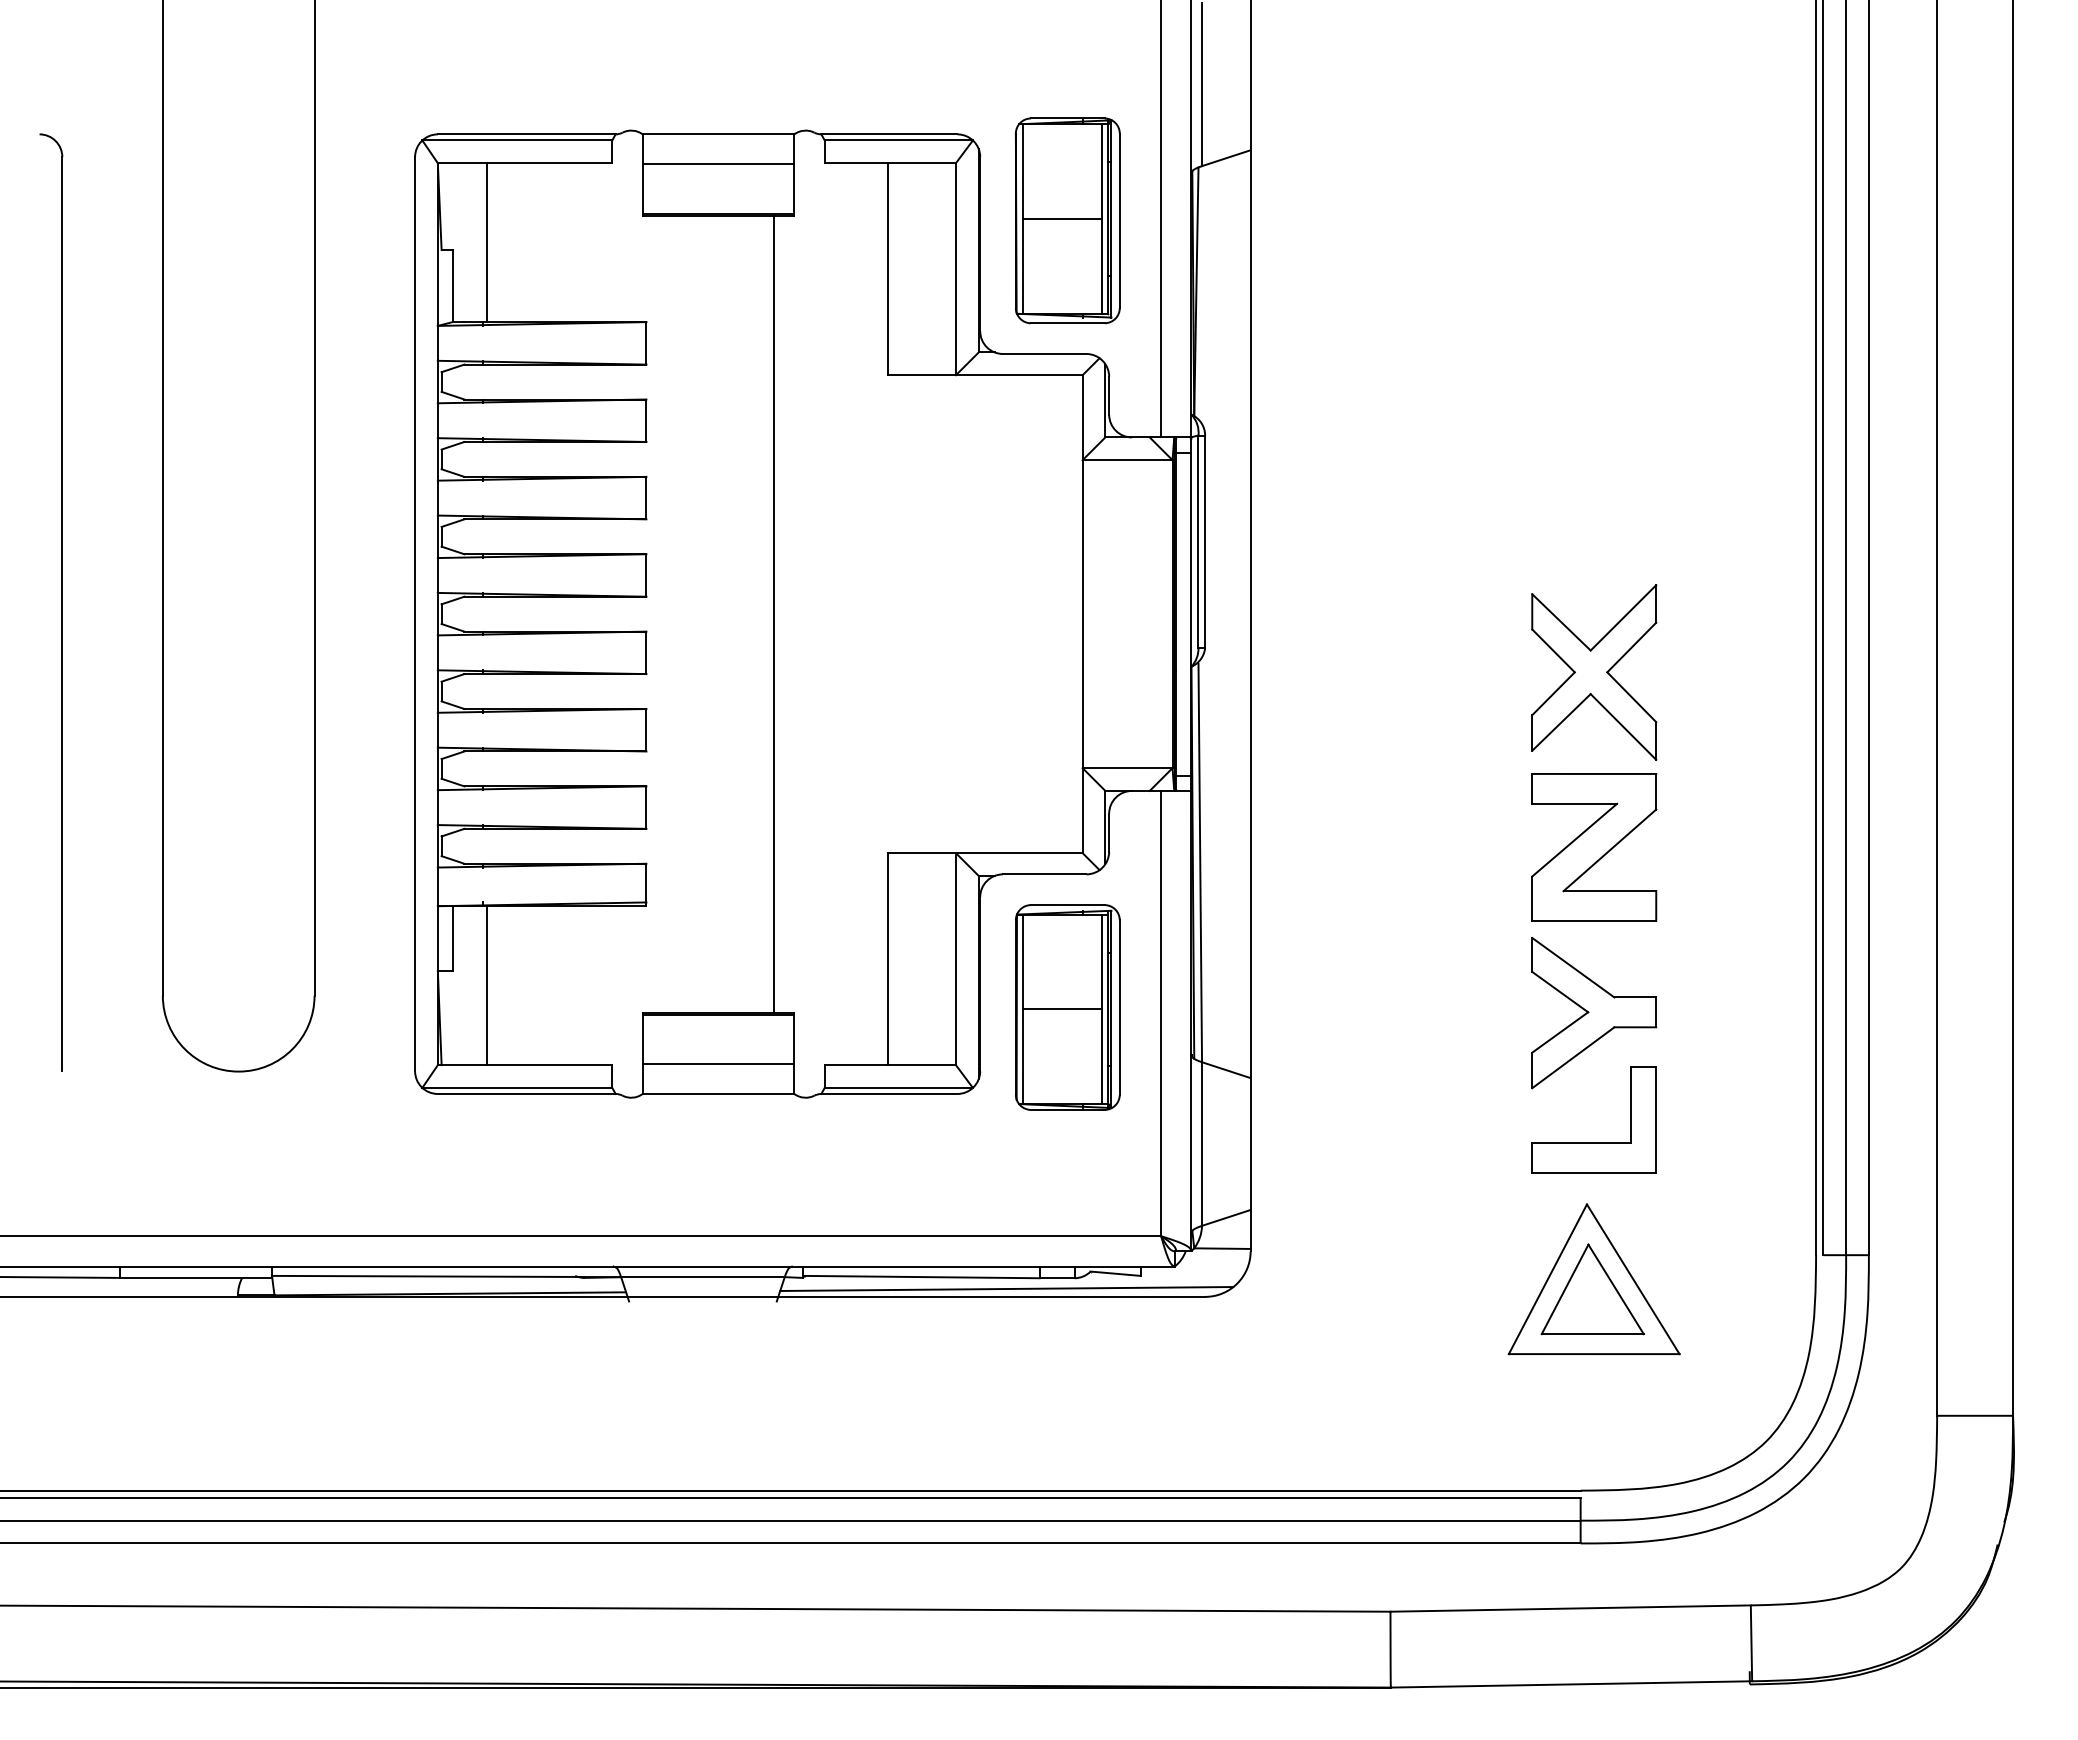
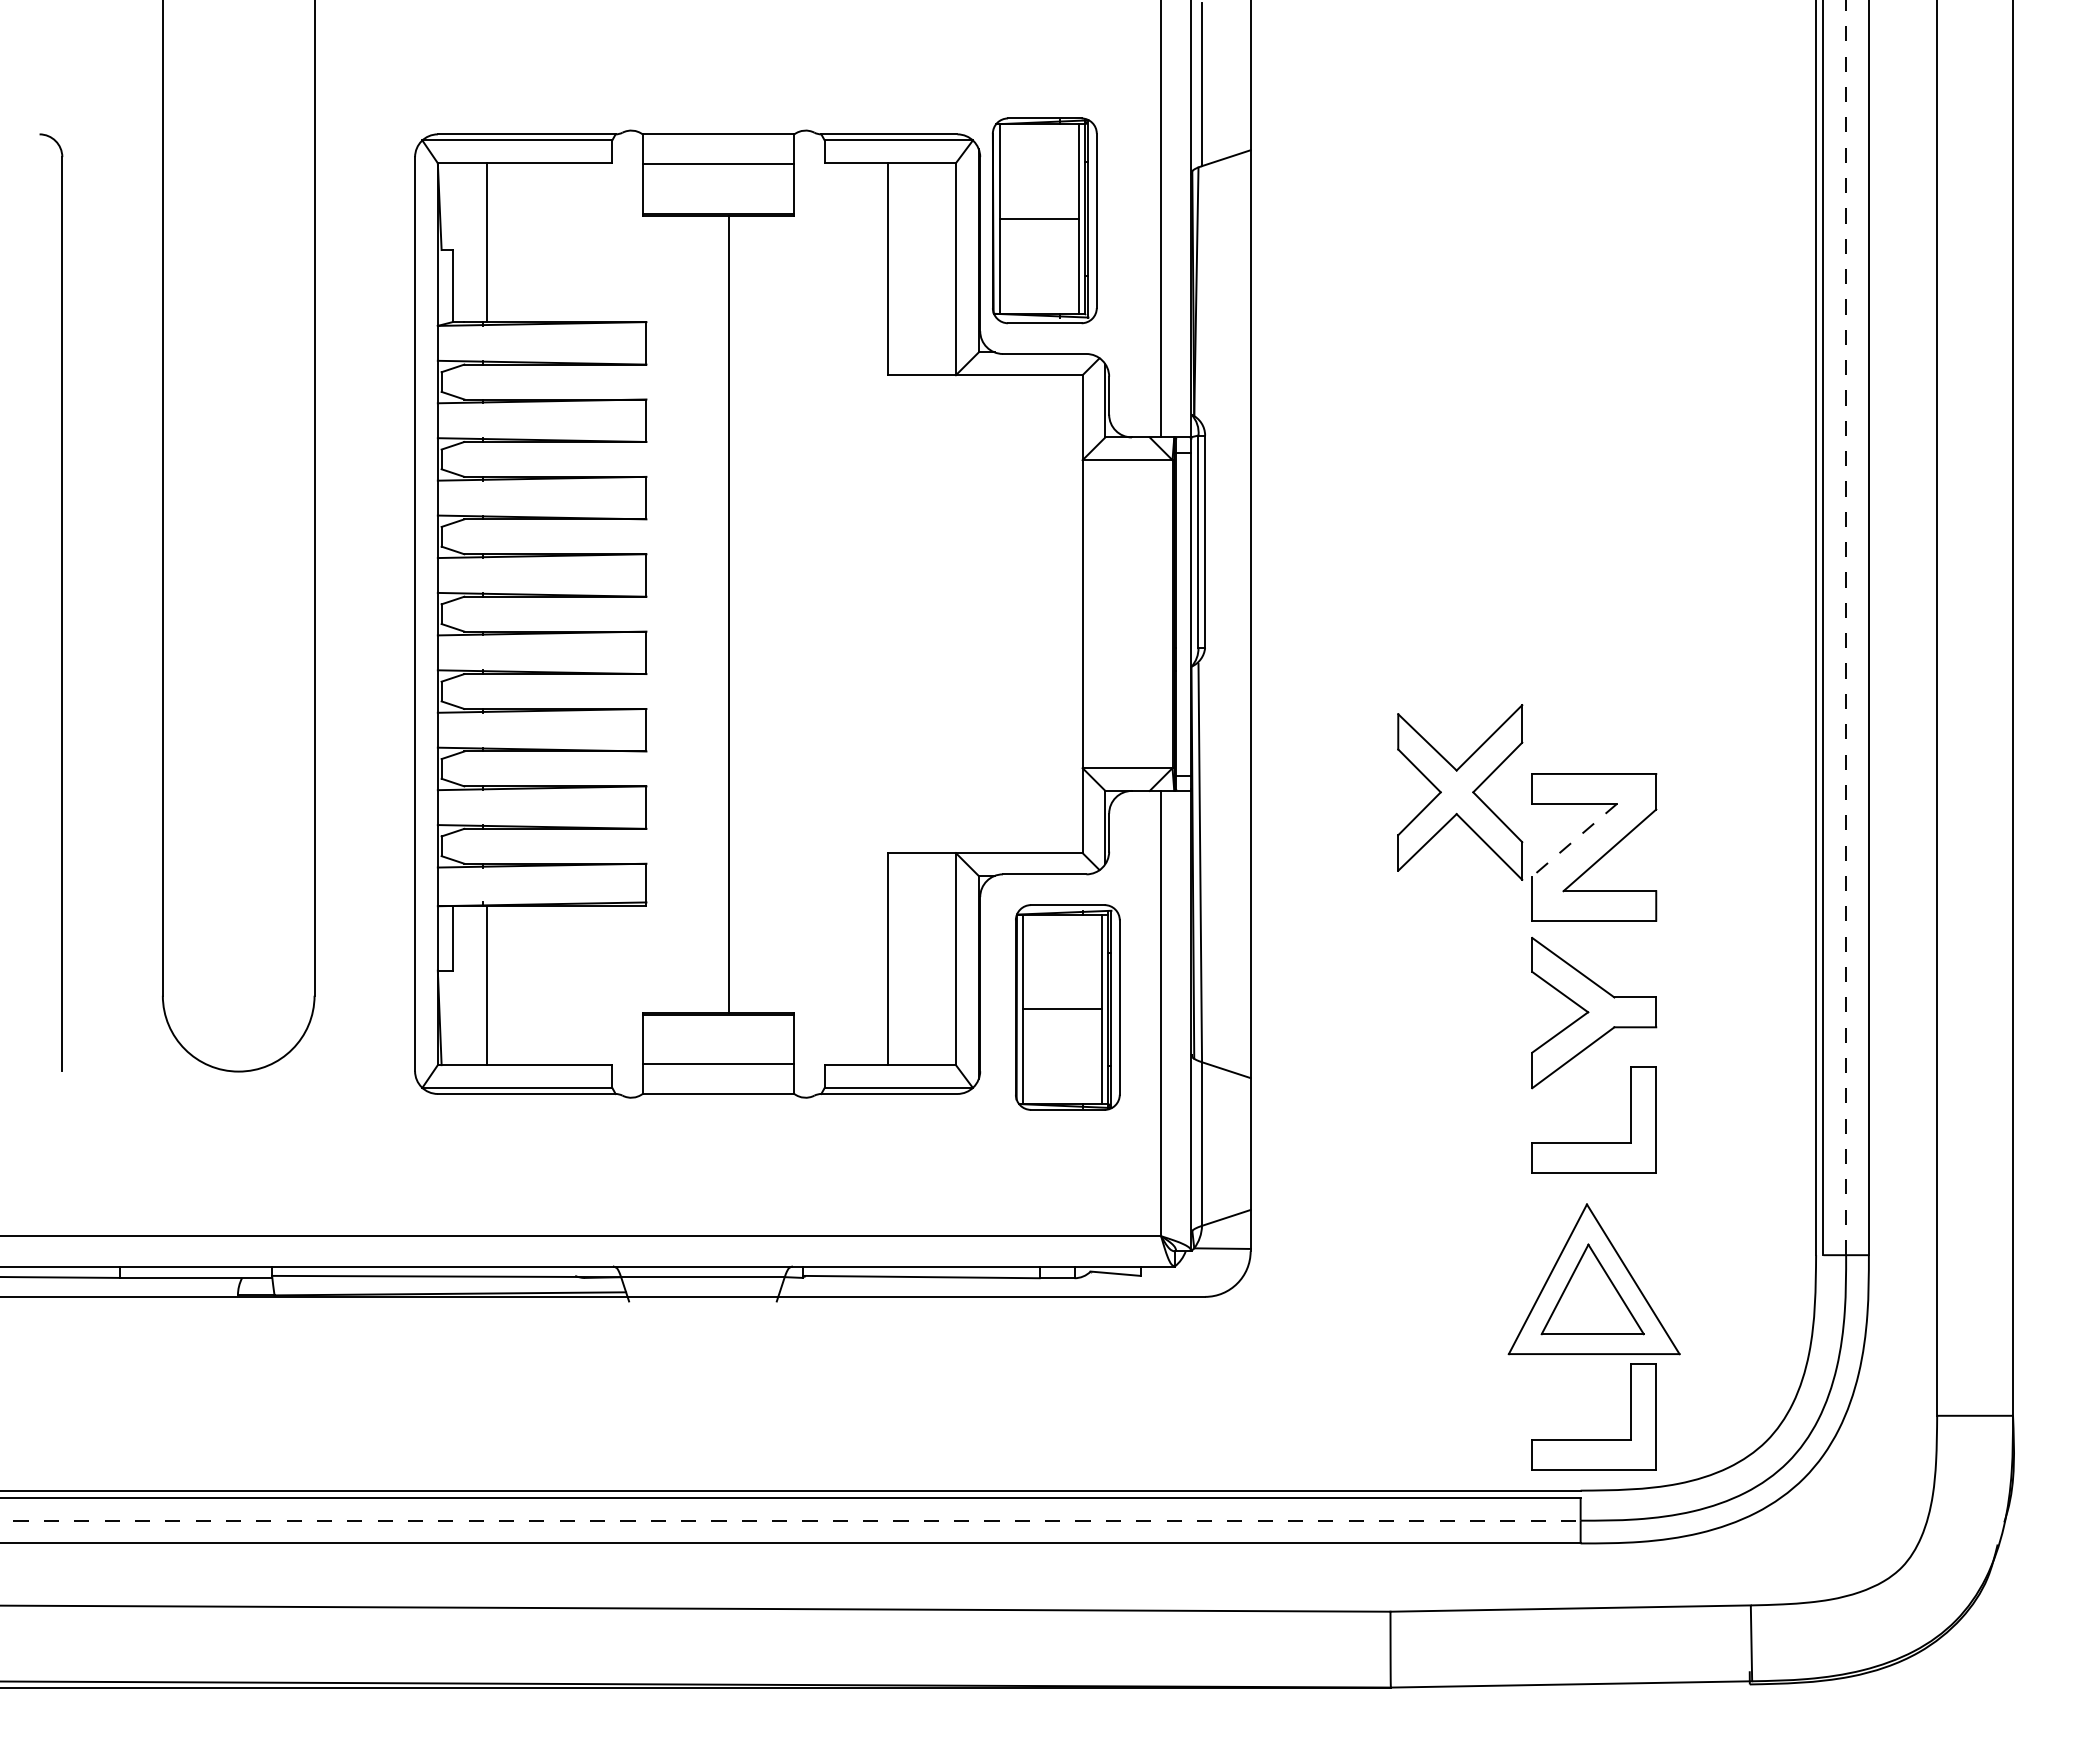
part at (1067, 220) position: (1067, 220) -> (1044, 220)
line at (773, 613) position: (773, 613) -> (728, 613)
line at (1846, 627): solid -> dashed
part at (1594, 672) position: (1594, 672) -> (1460, 792)
line at (1574, 840): solid -> dashed
line at (1006, 1288): present -> none
part at (1593, 1439): none -> present
line at (790, 1520): solid -> dashed
